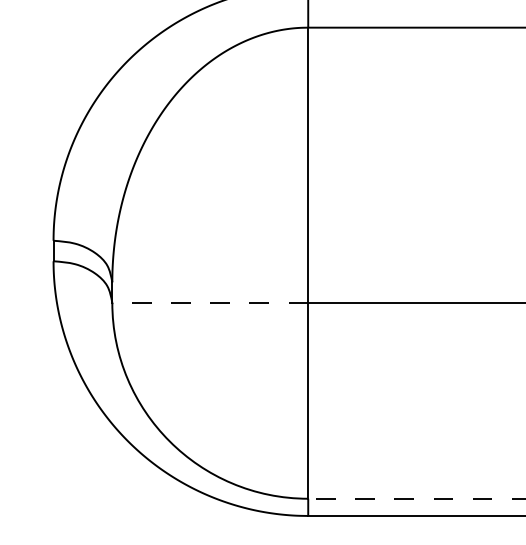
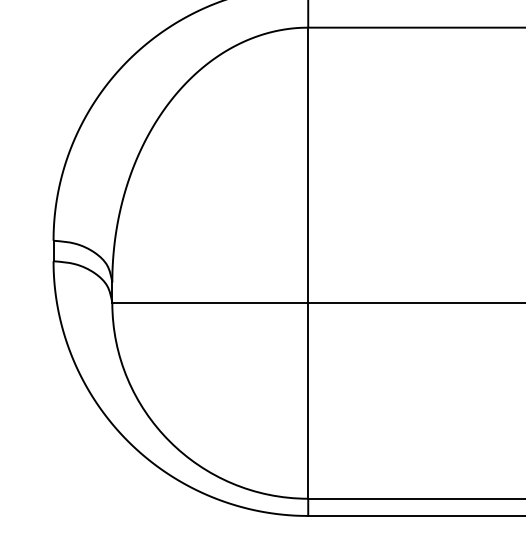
line at (210, 302): dashed -> solid
line at (416, 498): dashed -> solid
